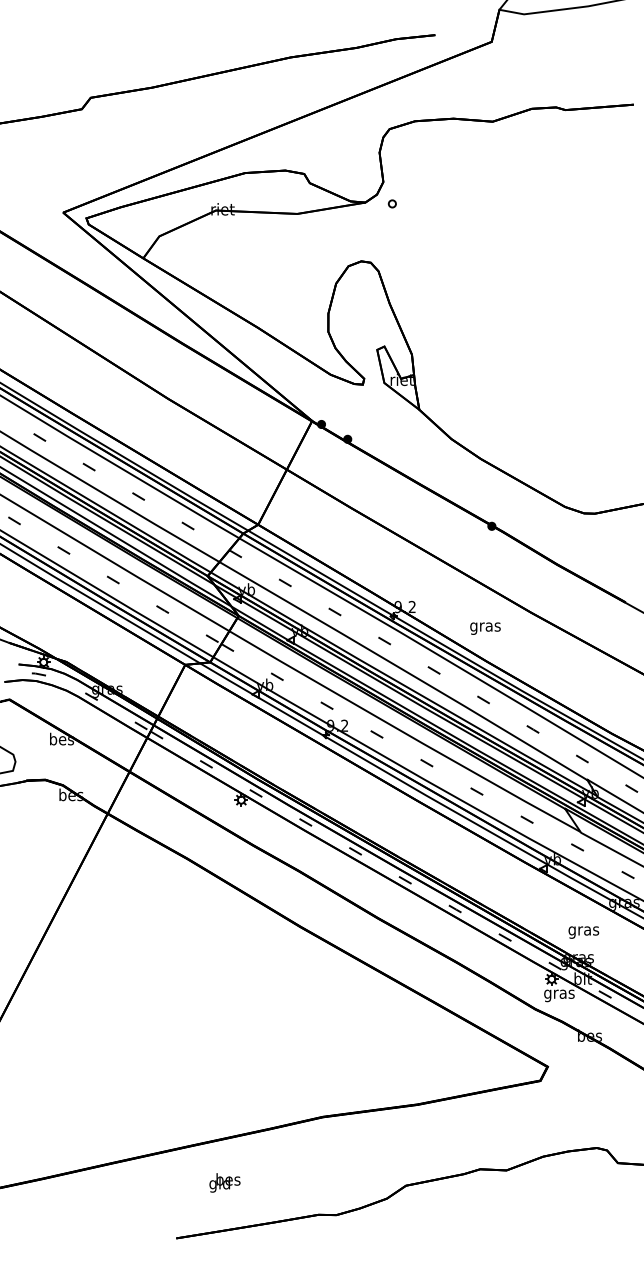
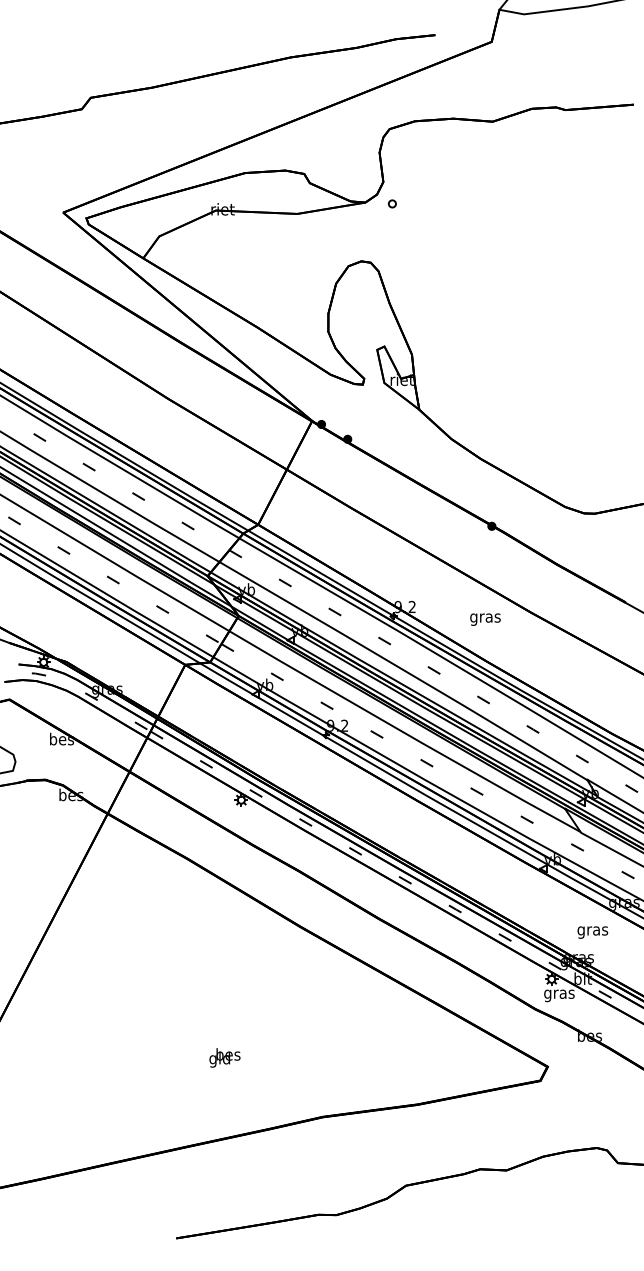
text at (485, 628) position: (485, 628) -> (485, 619)
text at (583, 932) position: (583, 932) -> (592, 932)
text at (224, 1182) position: (224, 1182) -> (224, 1057)
